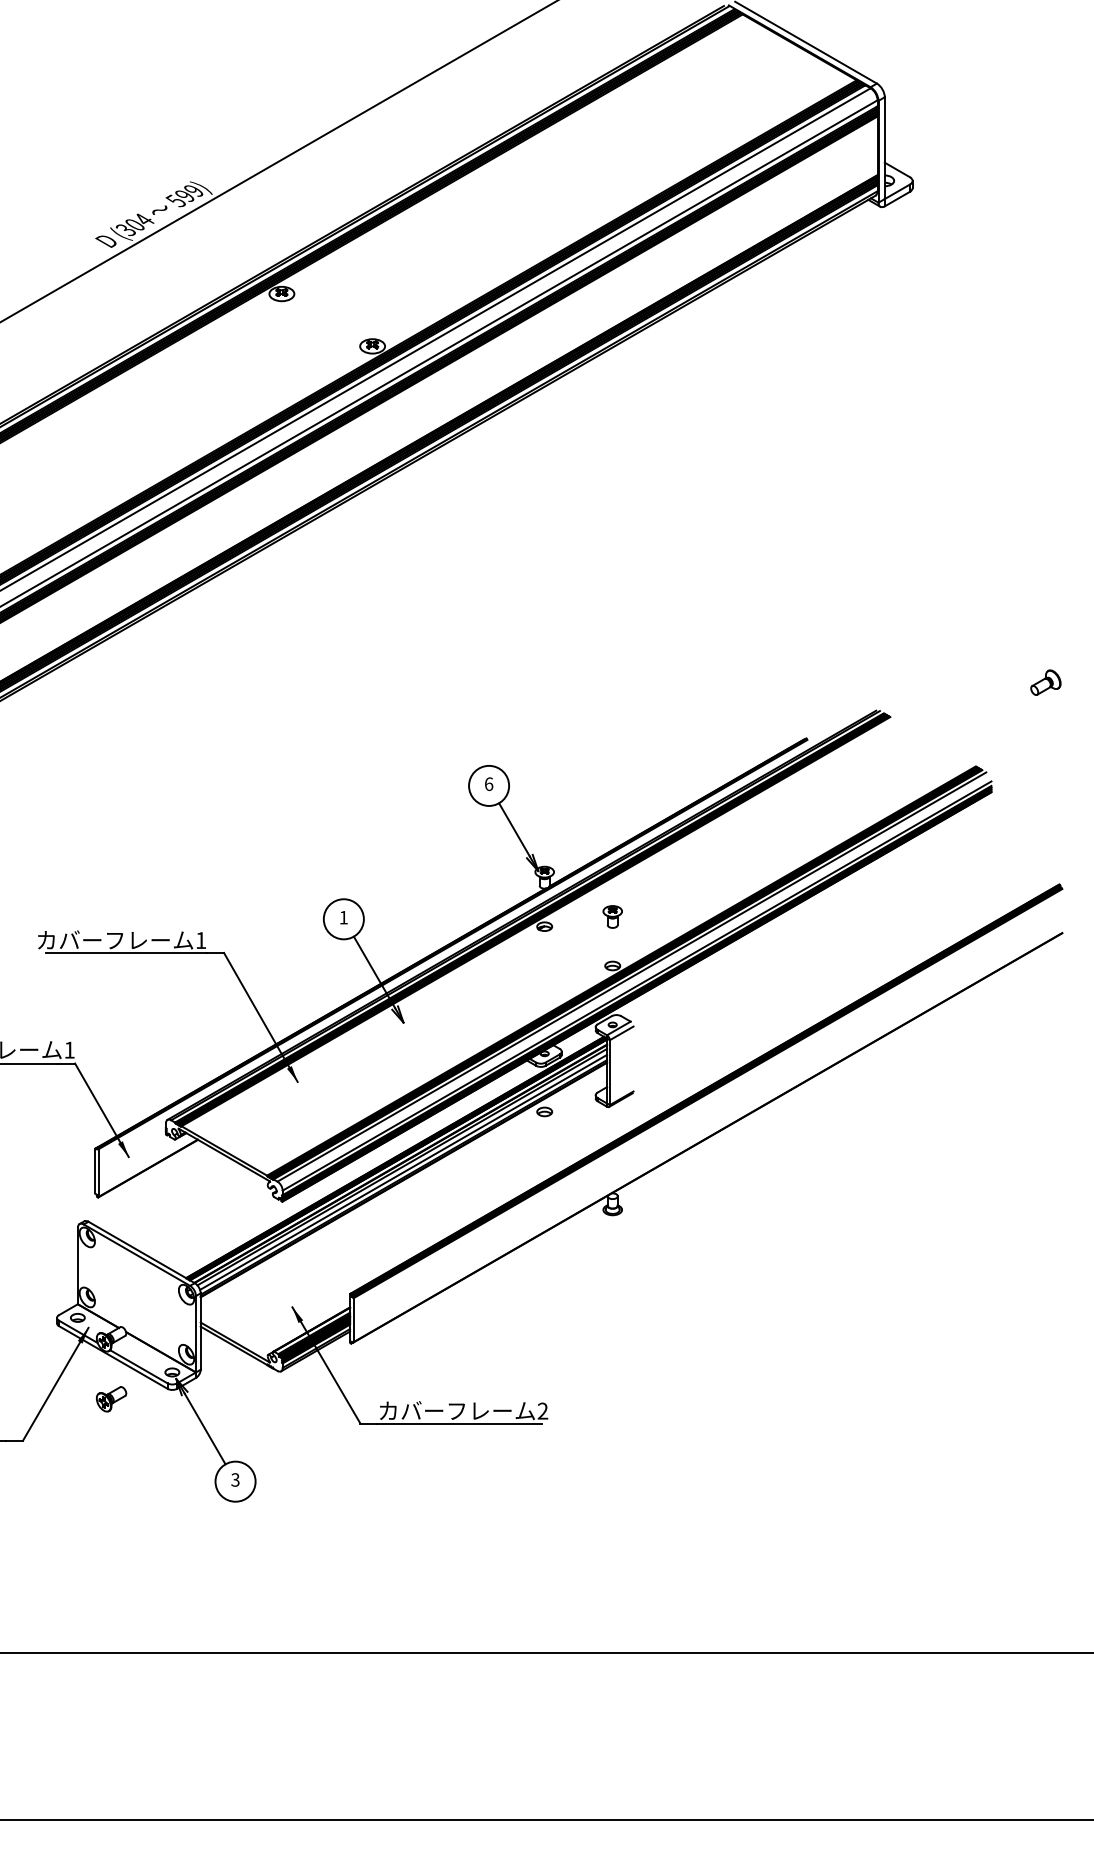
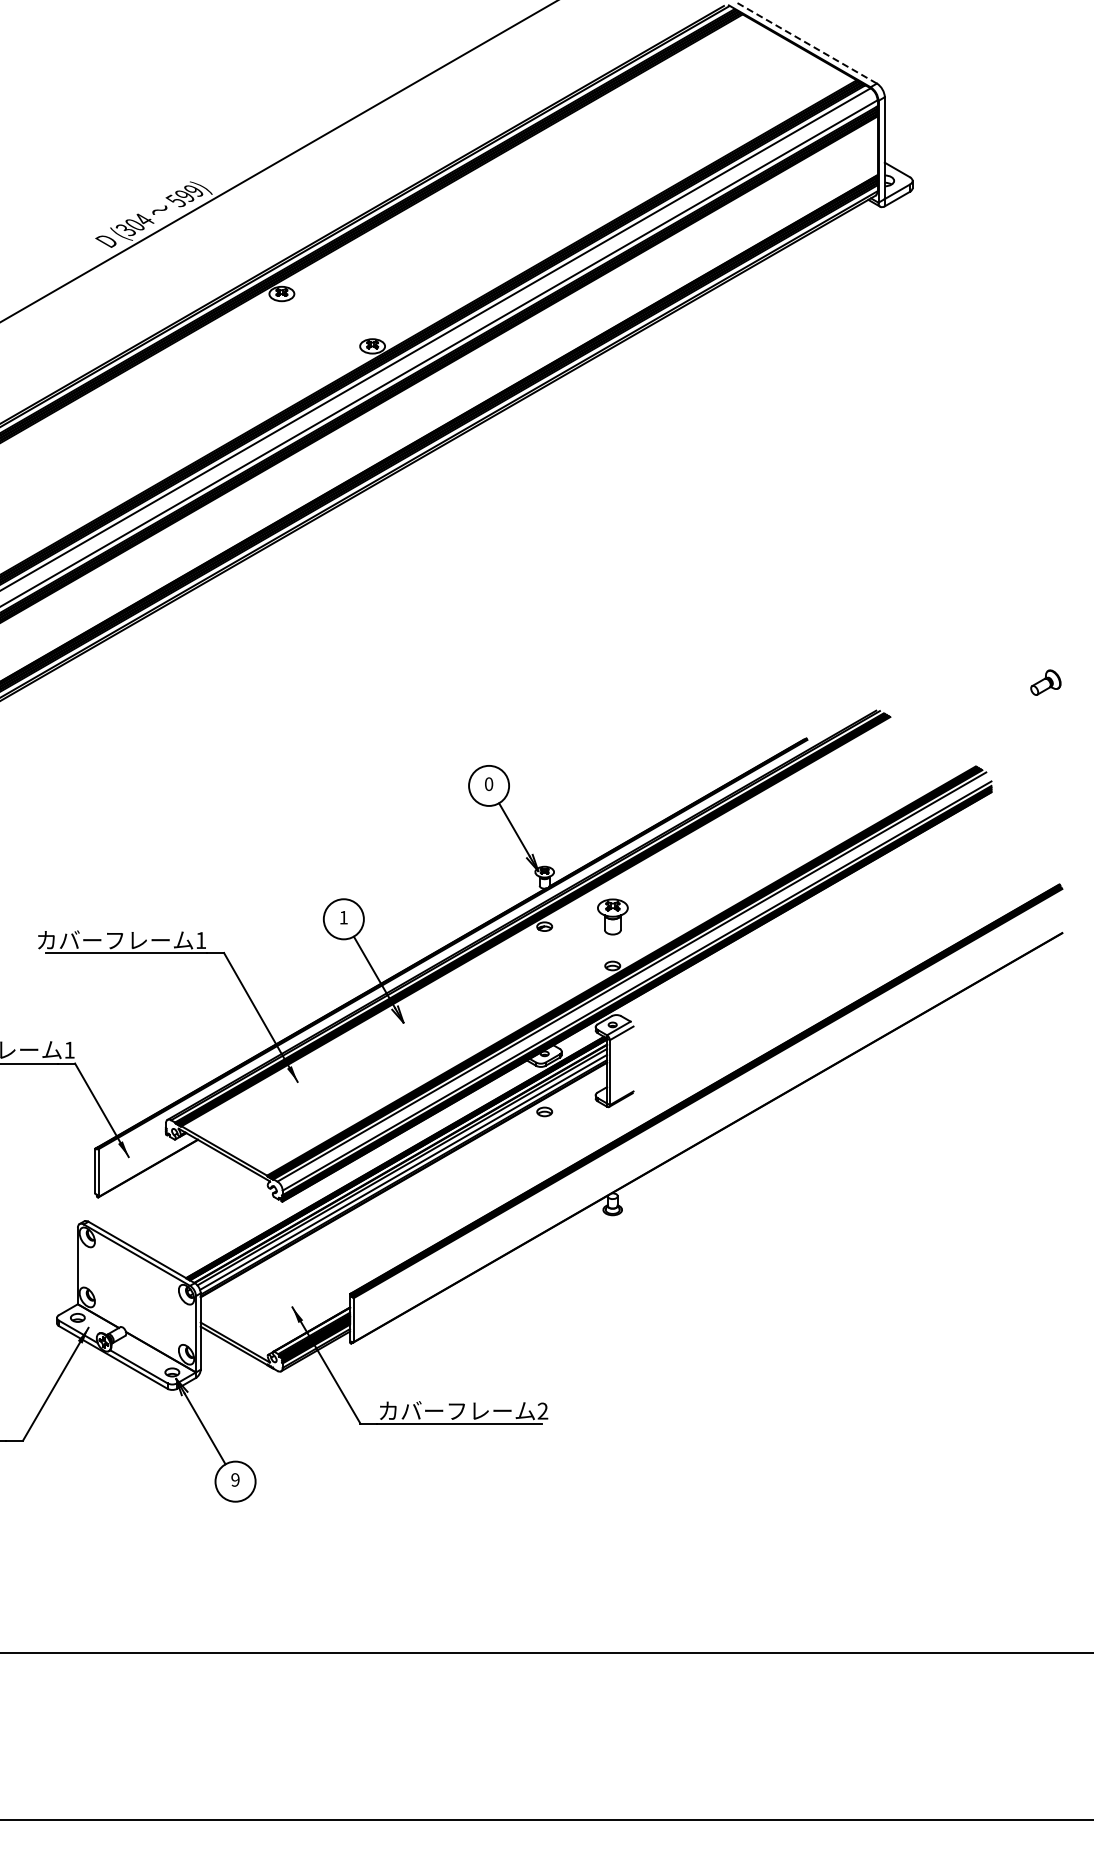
line at (806, 42): solid -> dashed
text at (489, 783): 6 -> 0
part at (612, 916) size: 21x24 px -> 32x38 px
part at (111, 1399): present -> none
text at (235, 1479): 3 -> 9
